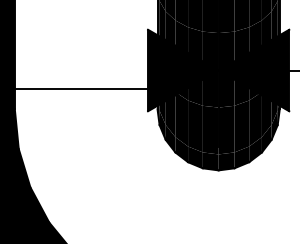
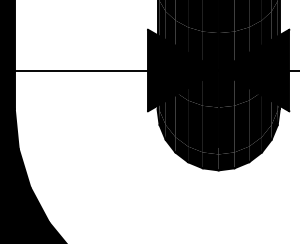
line at (75, 88) position: (75, 88) -> (75, 70)
